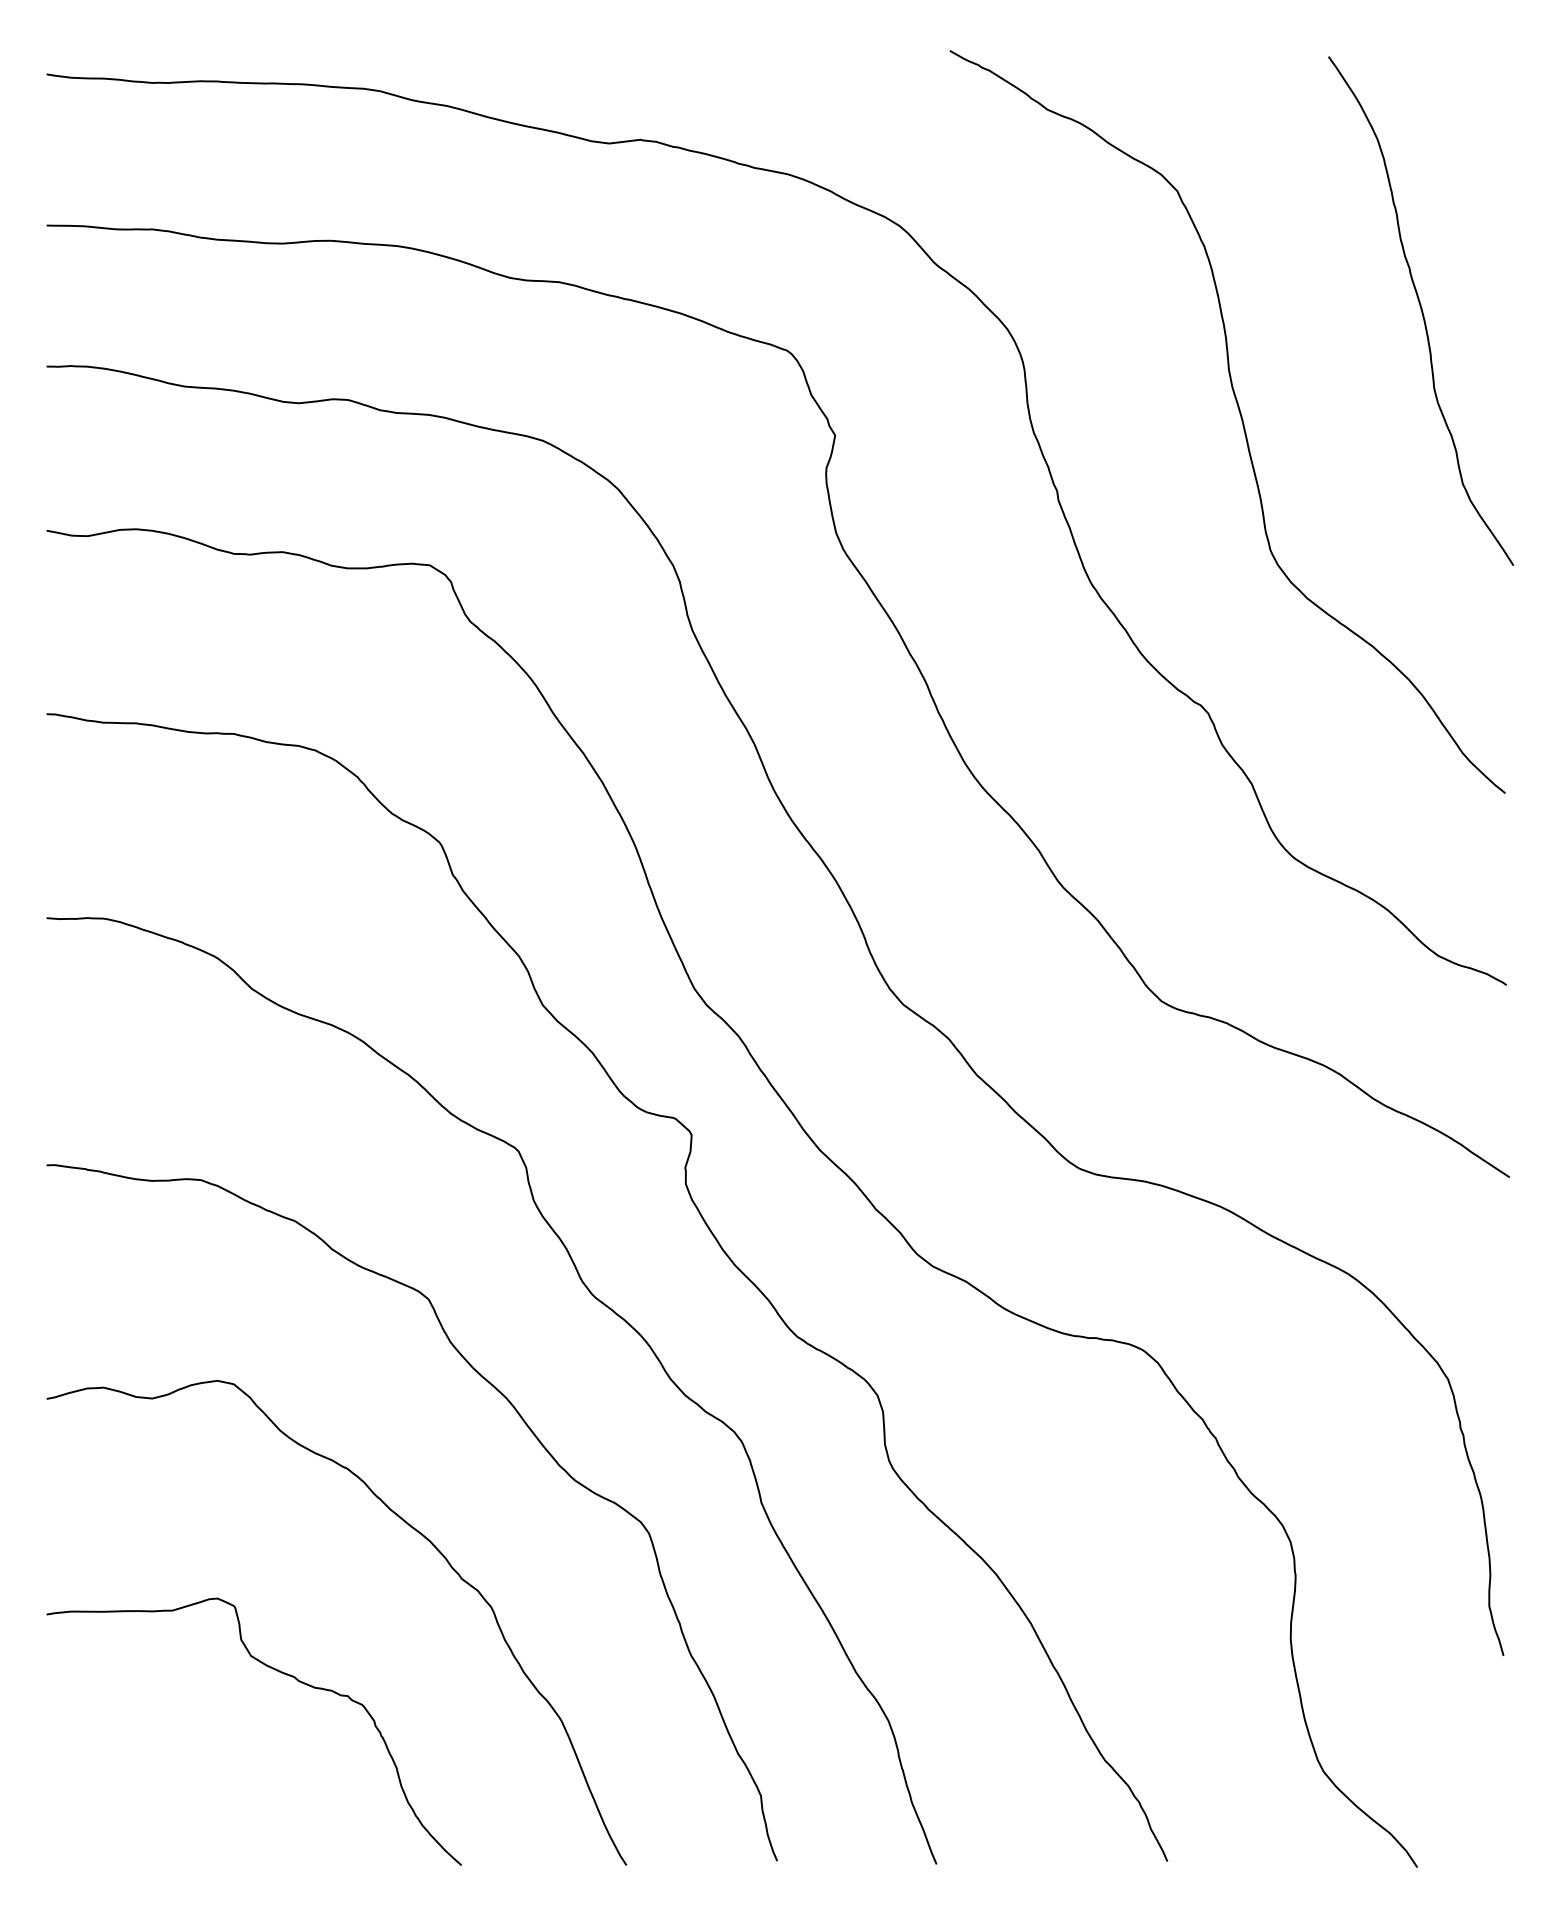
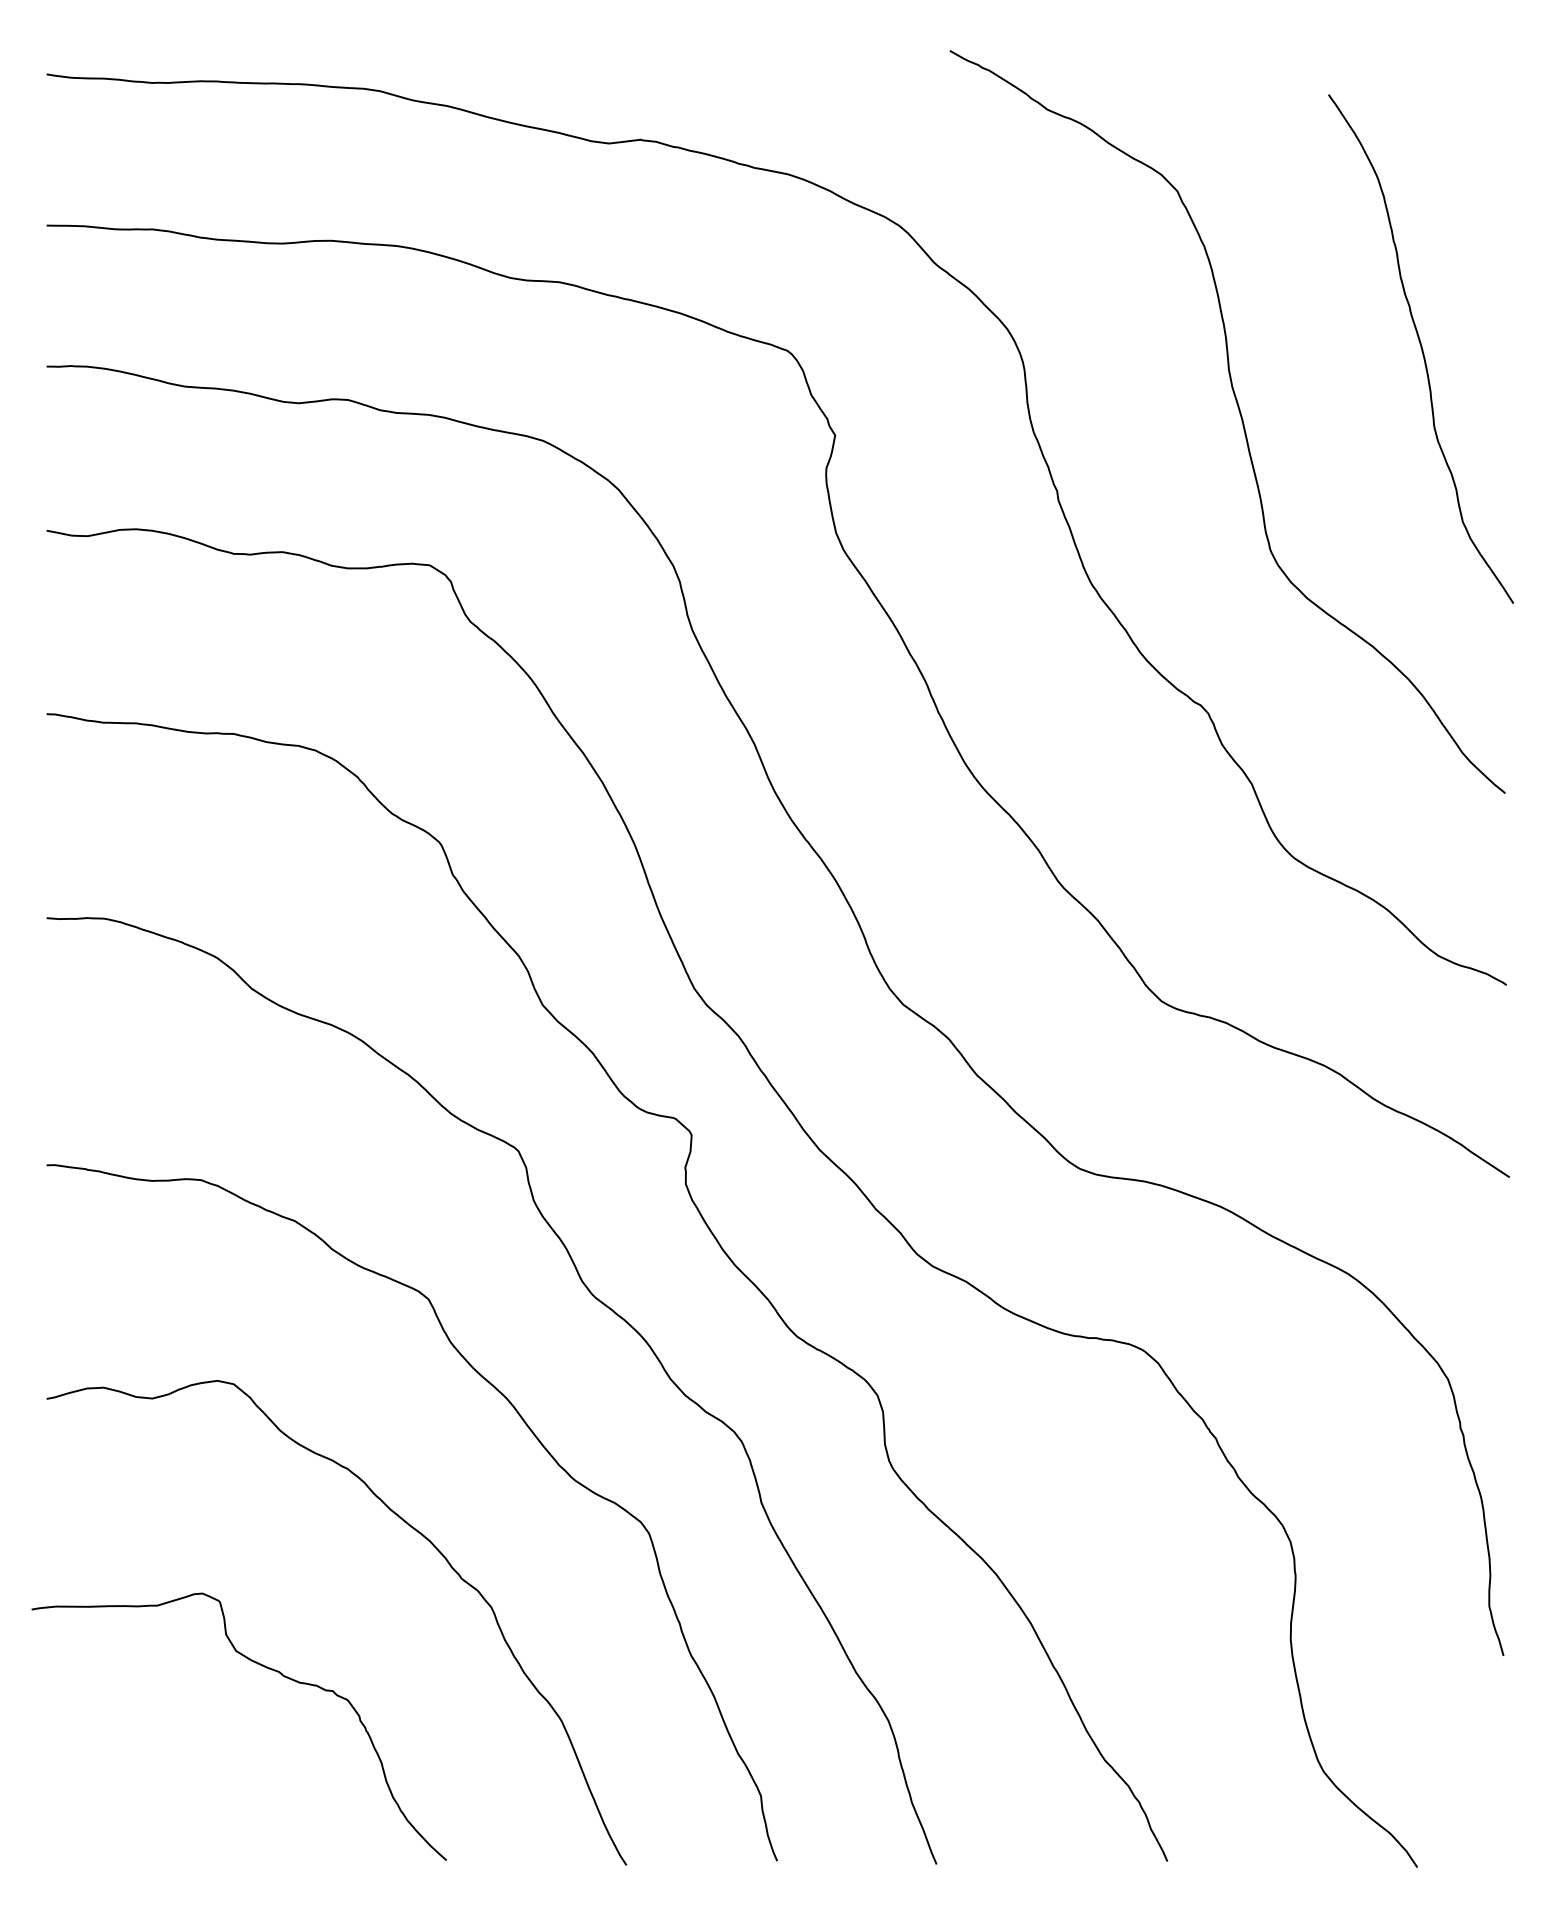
curve at (1420, 309) position: (1420, 309) -> (1420, 347)
curve at (281, 1673) position: (281, 1673) -> (266, 1668)
